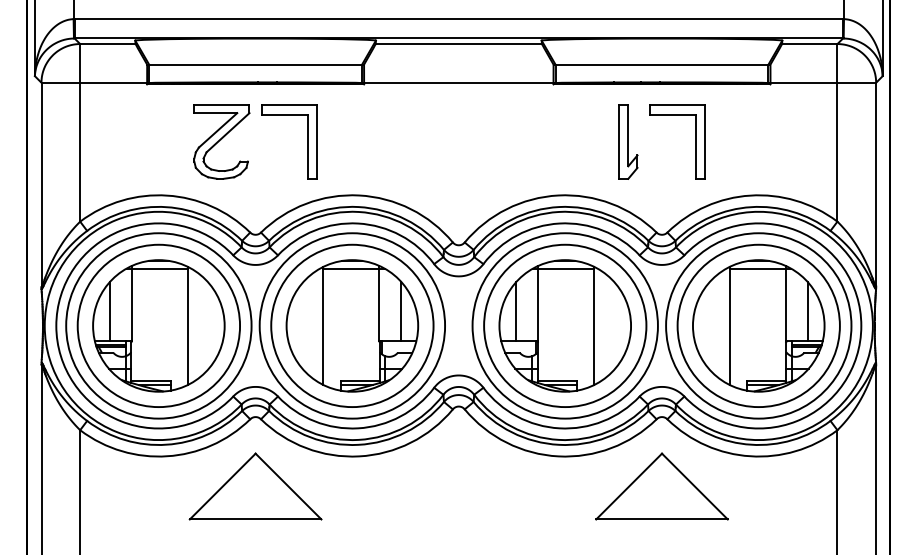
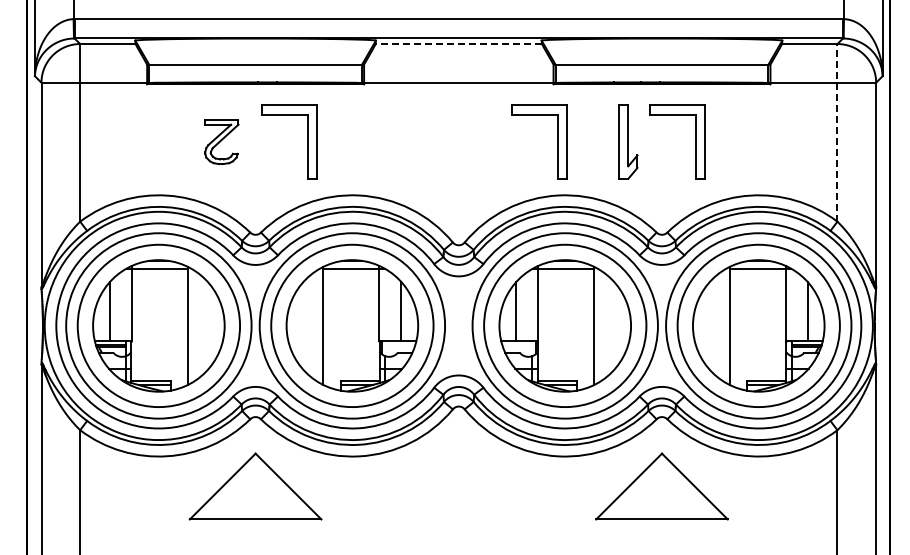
line at (458, 44): solid -> dashed
line at (837, 132): solid -> dashed
part at (221, 141) size: 58x76 px -> 36x47 px
part at (557, 141): none -> present
